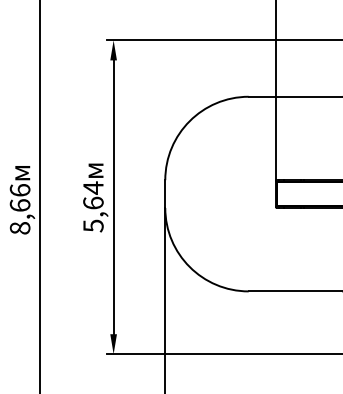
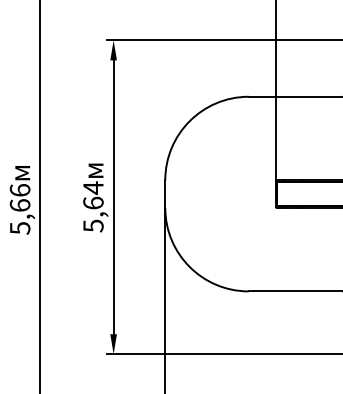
text at (19, 228): 8,66 -> 5,66
